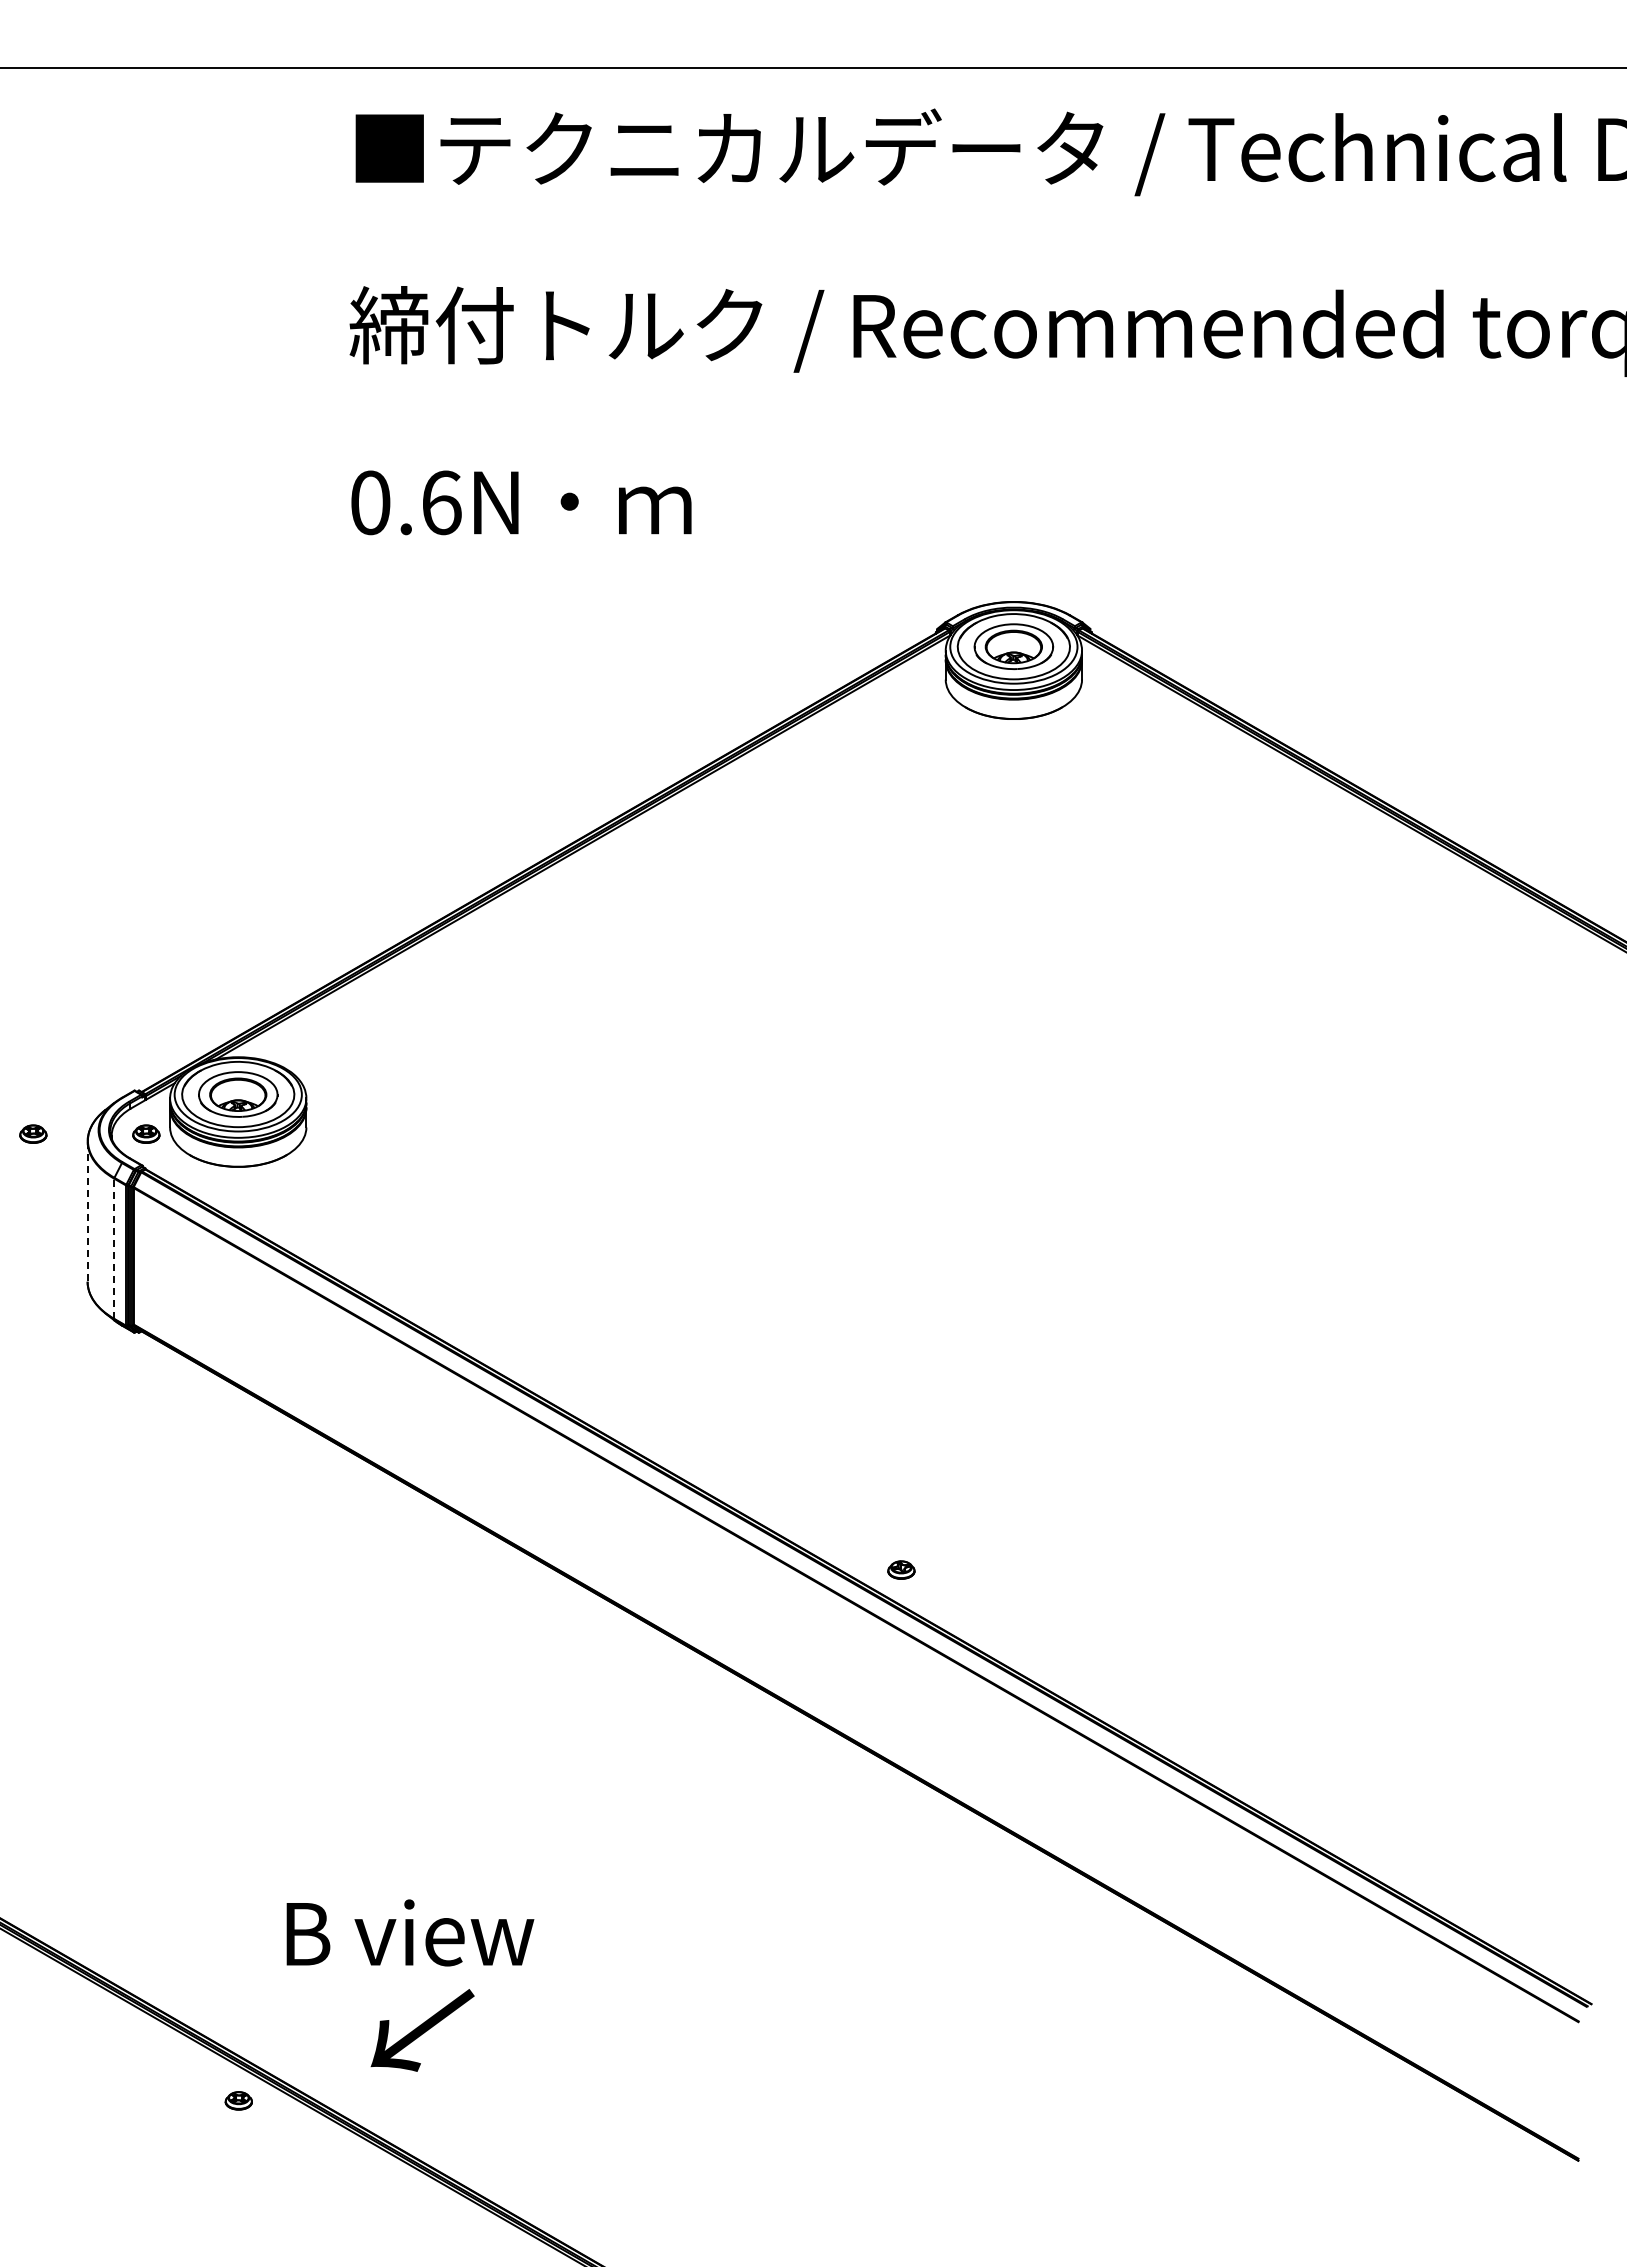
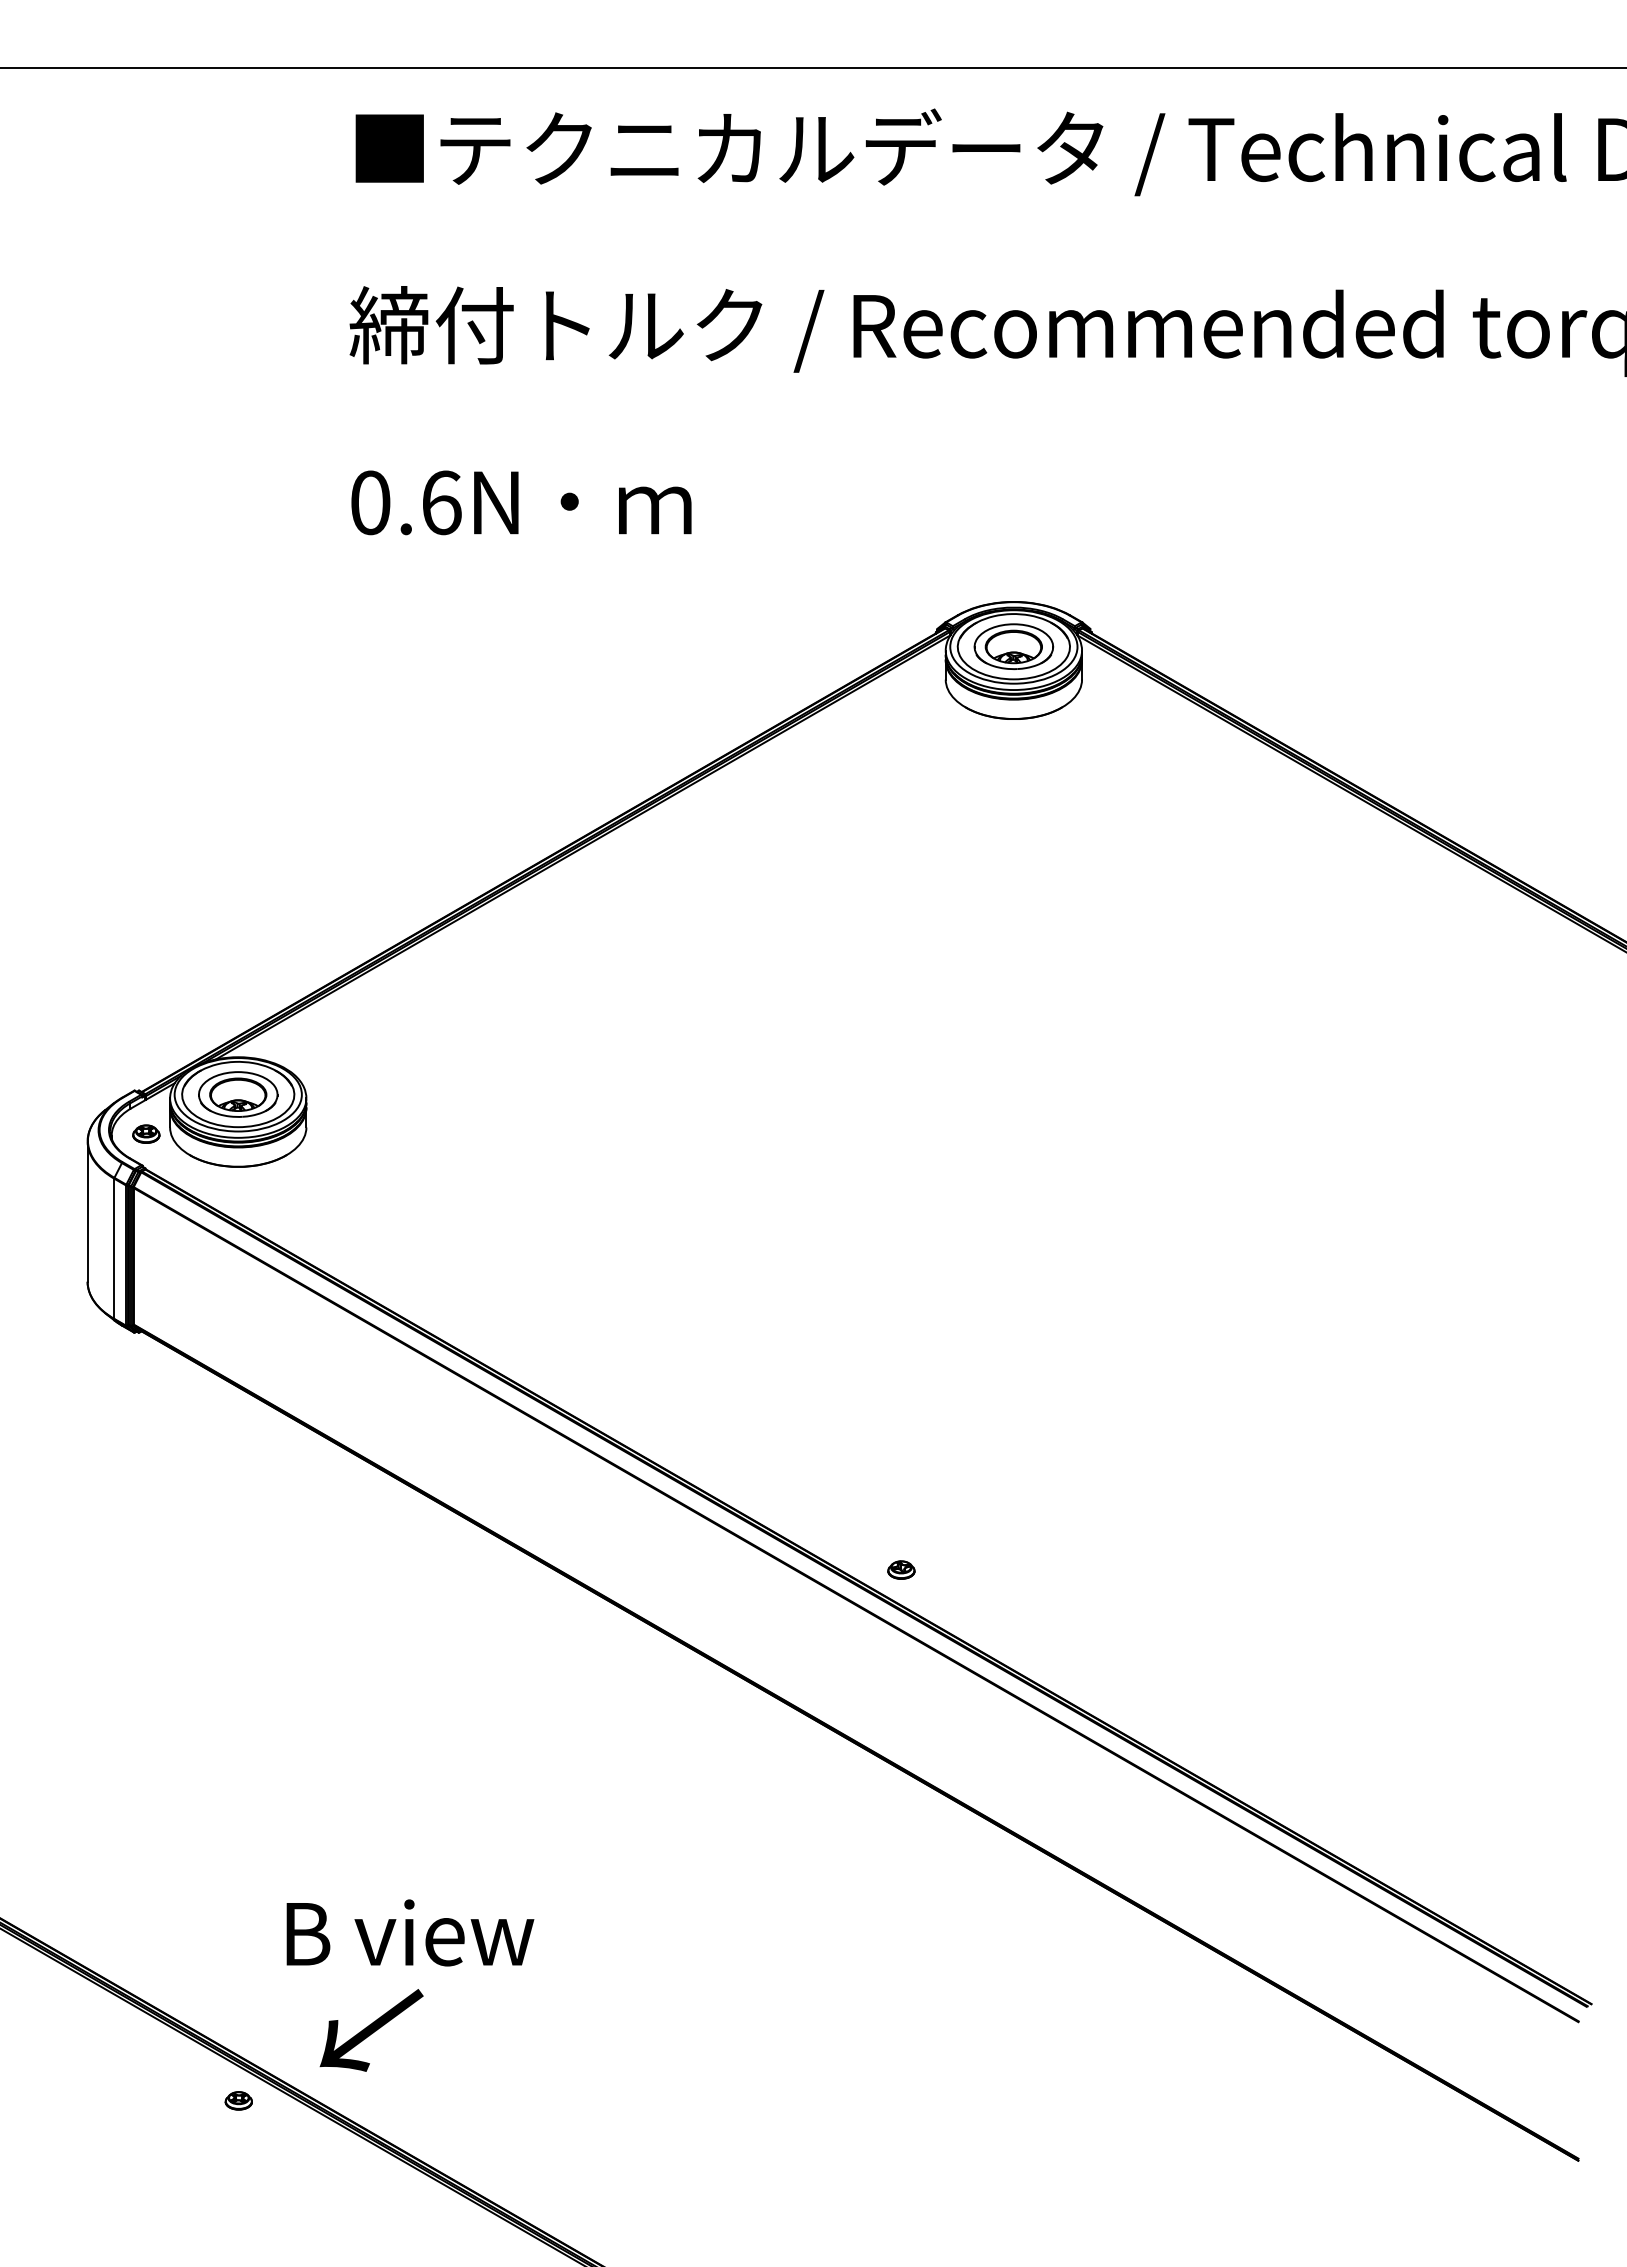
part at (33, 1133): present -> none
line at (87, 1212): dashed -> solid
line at (114, 1248): dashed -> solid
text at (422, 2030) position: (422, 2030) -> (371, 2030)
